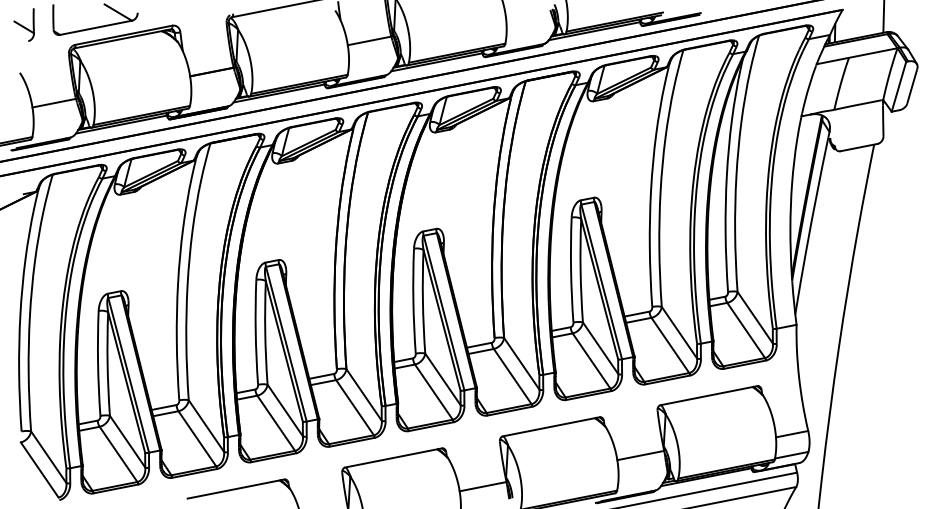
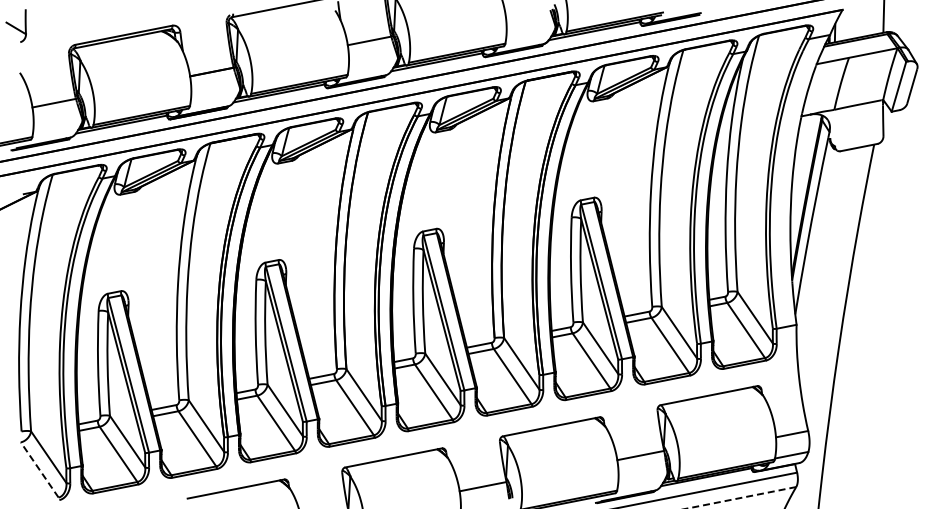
part at (23, 24) position: (23, 24) -> (15, 25)
part at (96, 26): present -> none
line at (39, 469): solid -> dashed
line at (740, 498): solid -> dashed
